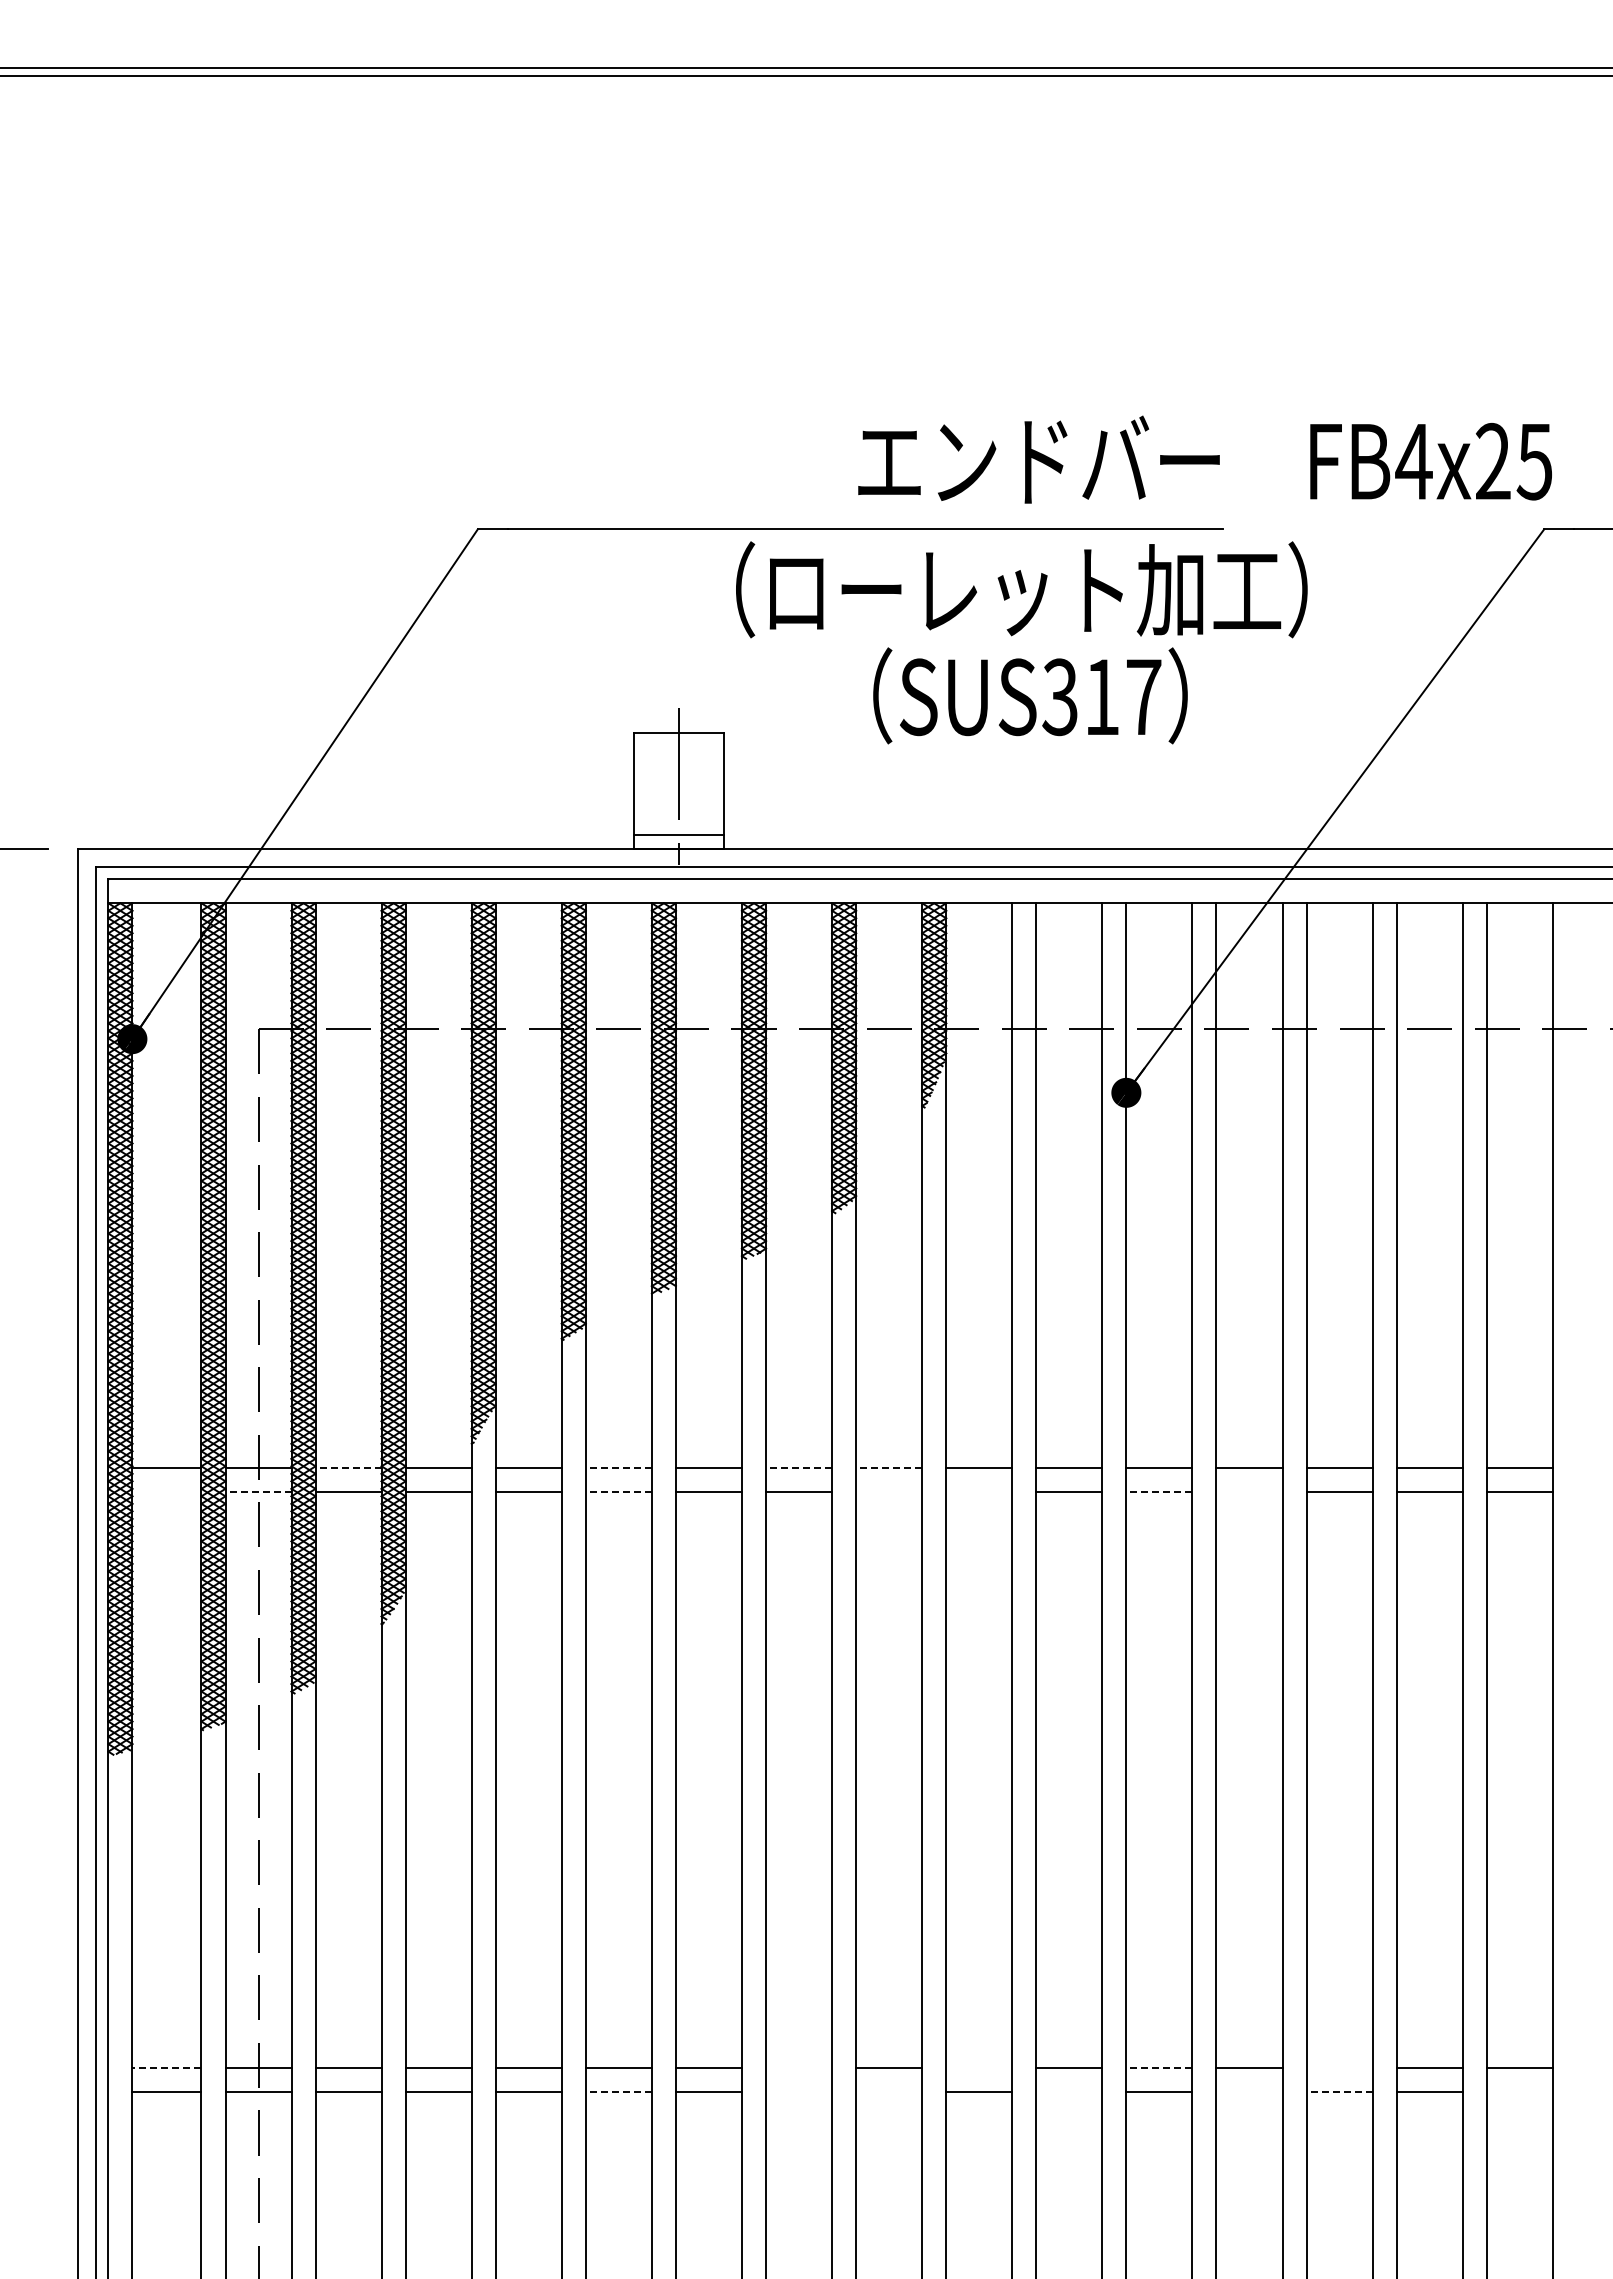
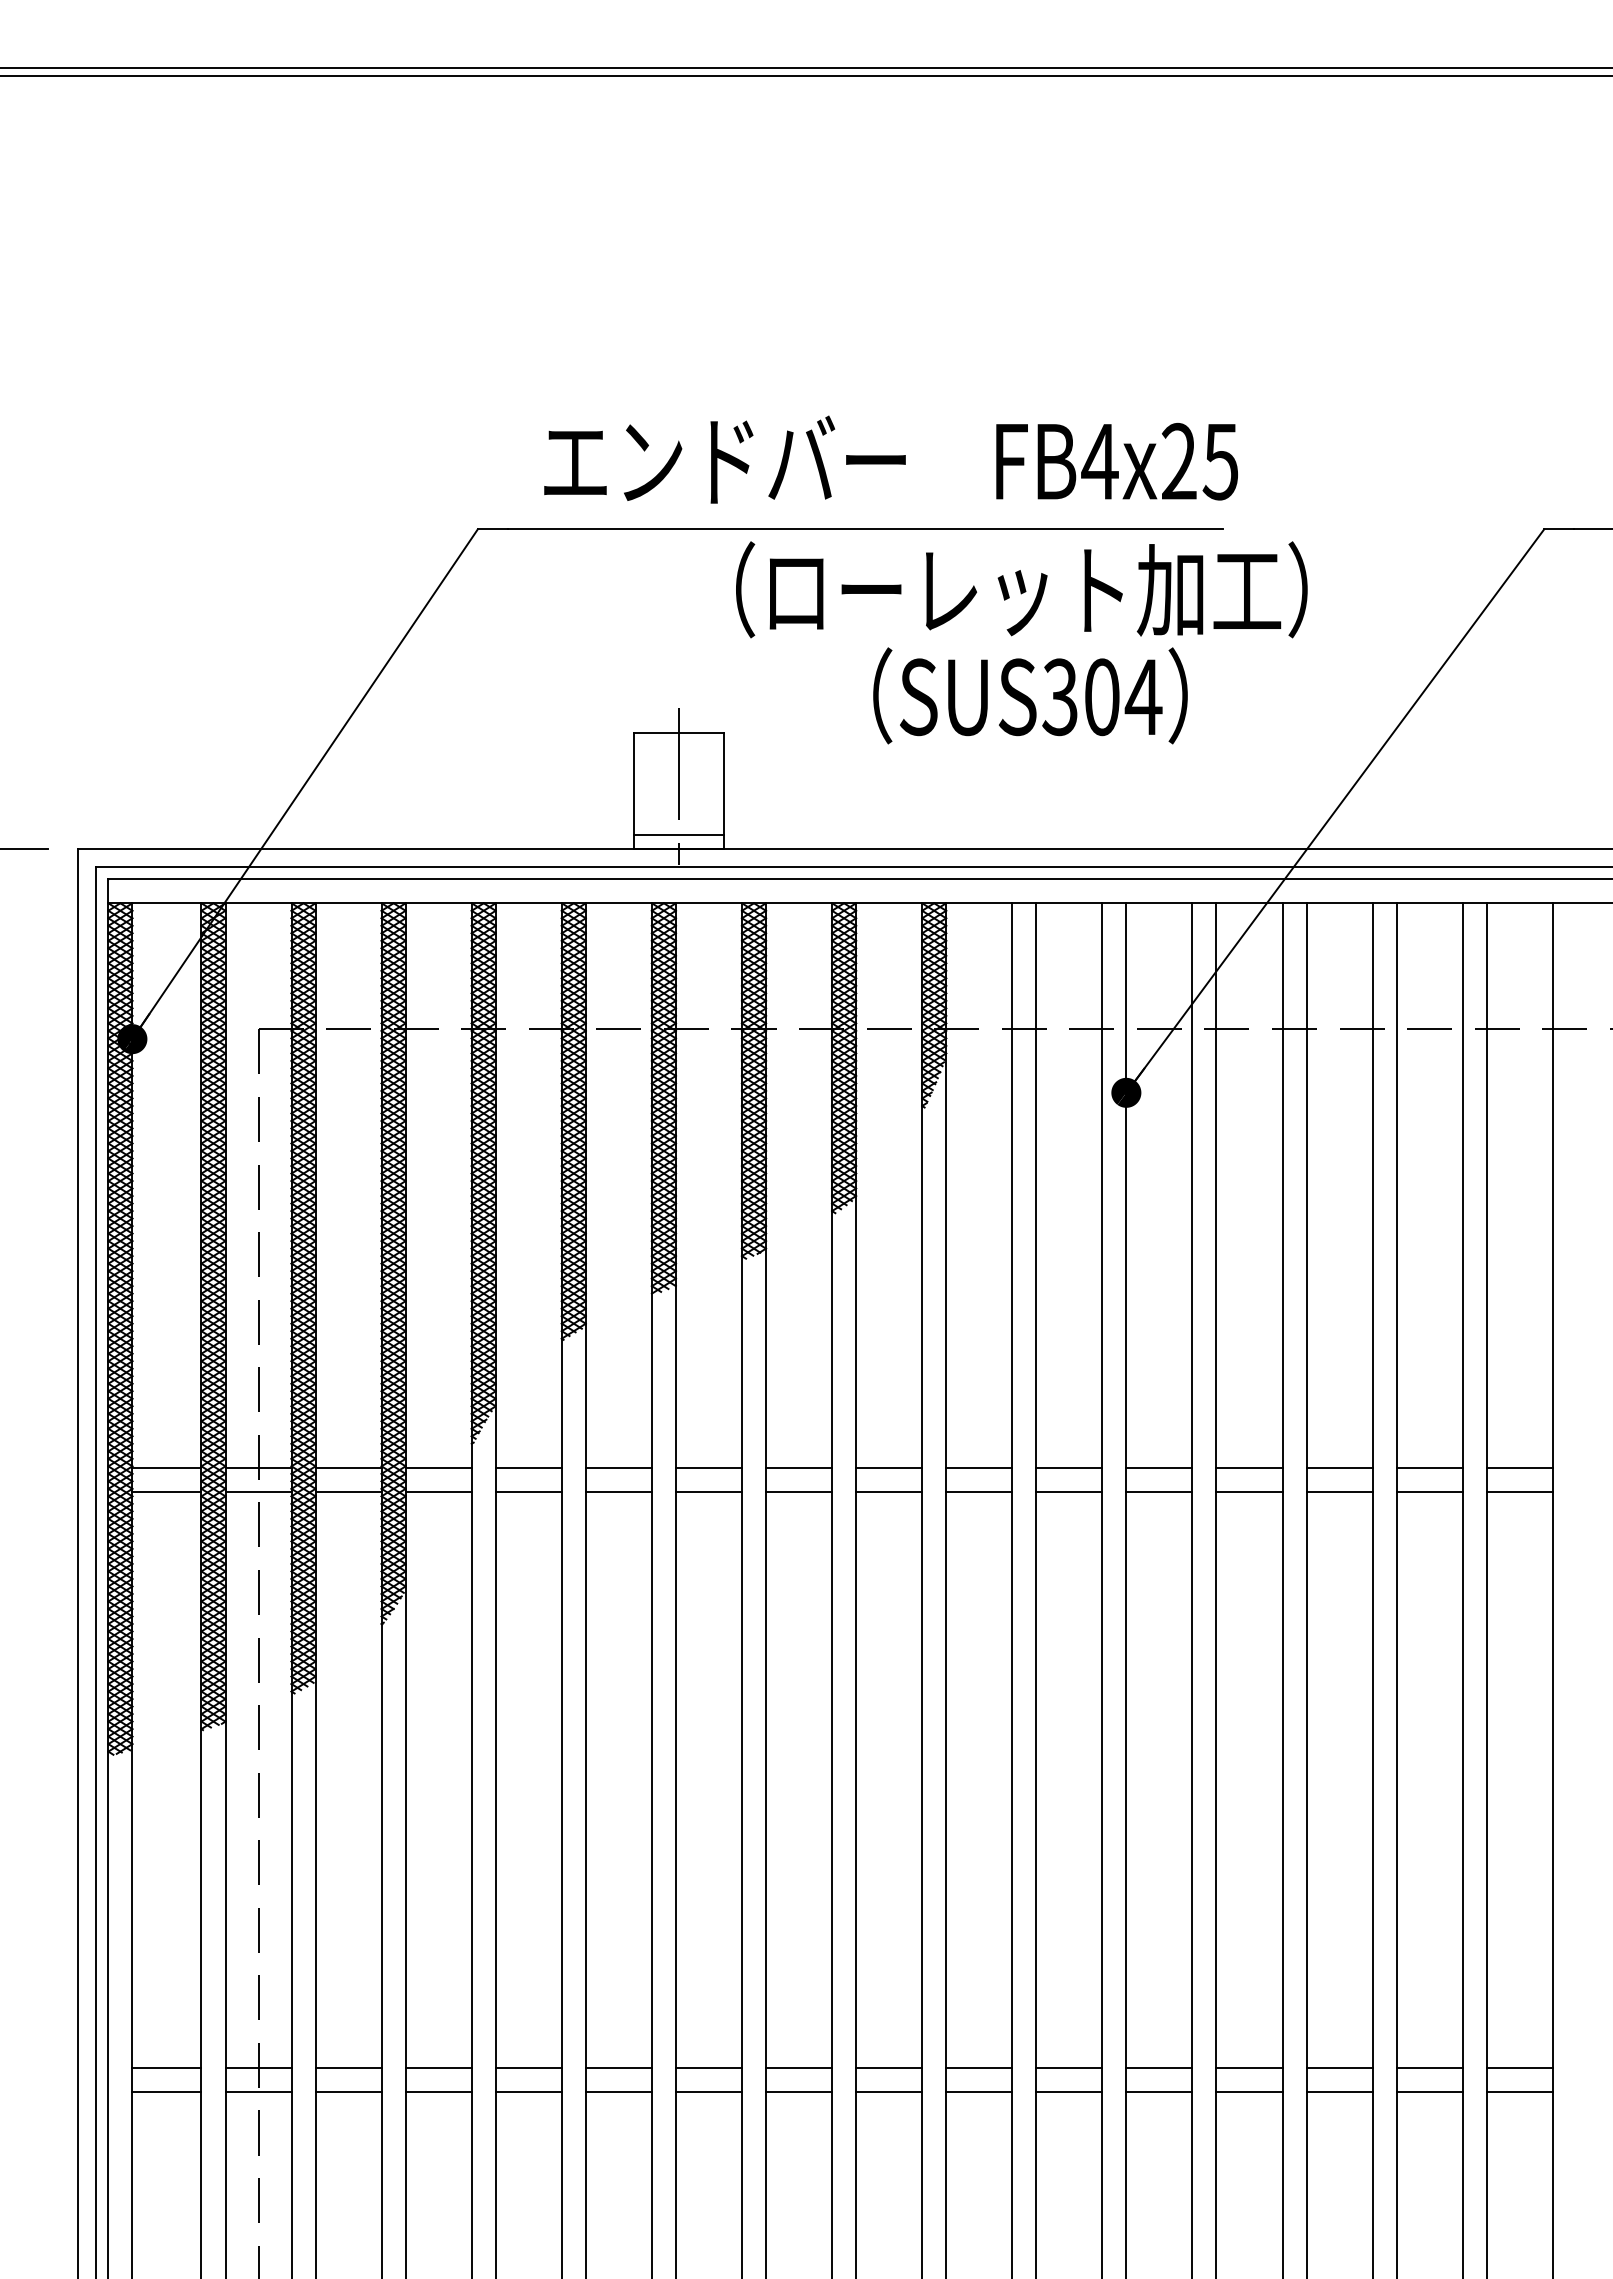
text at (1204, 459) position: (1204, 459) -> (890, 459)
text at (1123, 697): SUS317 -> SUS304
line at (348, 1467): dashed -> solid
line at (618, 1467): dashed -> solid
line at (798, 1467): dashed -> solid
line at (888, 1467): dashed -> solid
line at (166, 1491): none -> present
line at (258, 1491): dashed -> solid
line at (618, 1491): dashed -> solid
line at (889, 1491): none -> present
line at (979, 1491): none -> present
line at (1158, 1491): dashed -> solid
line at (1249, 1491): none -> present
line at (166, 2068): dashed -> solid
line at (799, 2068): none -> present
line at (979, 2068): none -> present
line at (1158, 2068): dashed -> solid
line at (1339, 2068): none -> present
line at (618, 2092): dashed -> solid
line at (799, 2092): none -> present
line at (889, 2092): none -> present
line at (1069, 2092): none -> present
line at (1249, 2092): none -> present
line at (1339, 2092): dashed -> solid
line at (1519, 2092): none -> present
